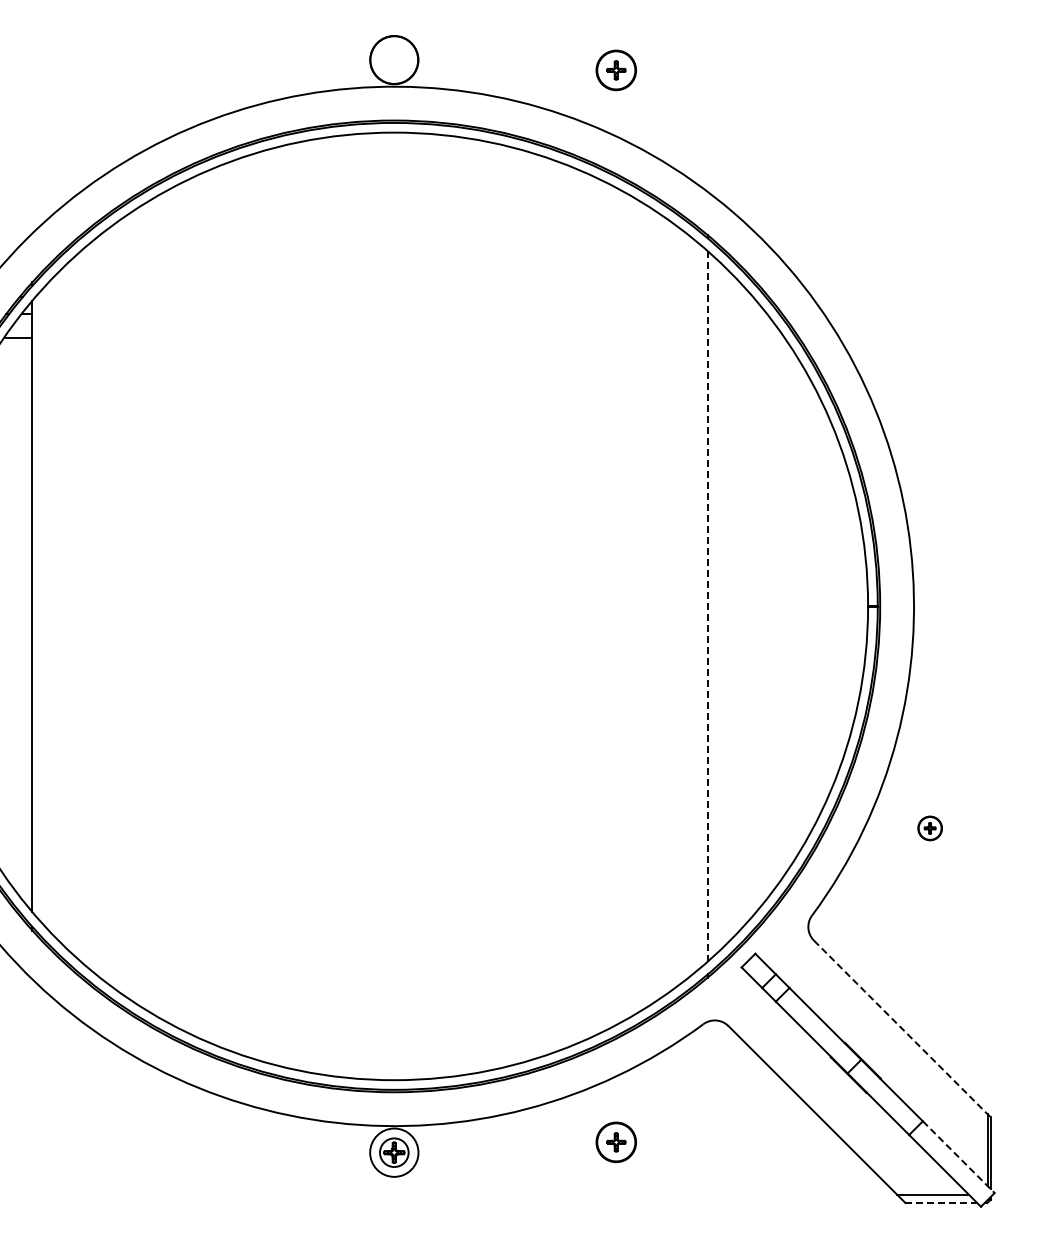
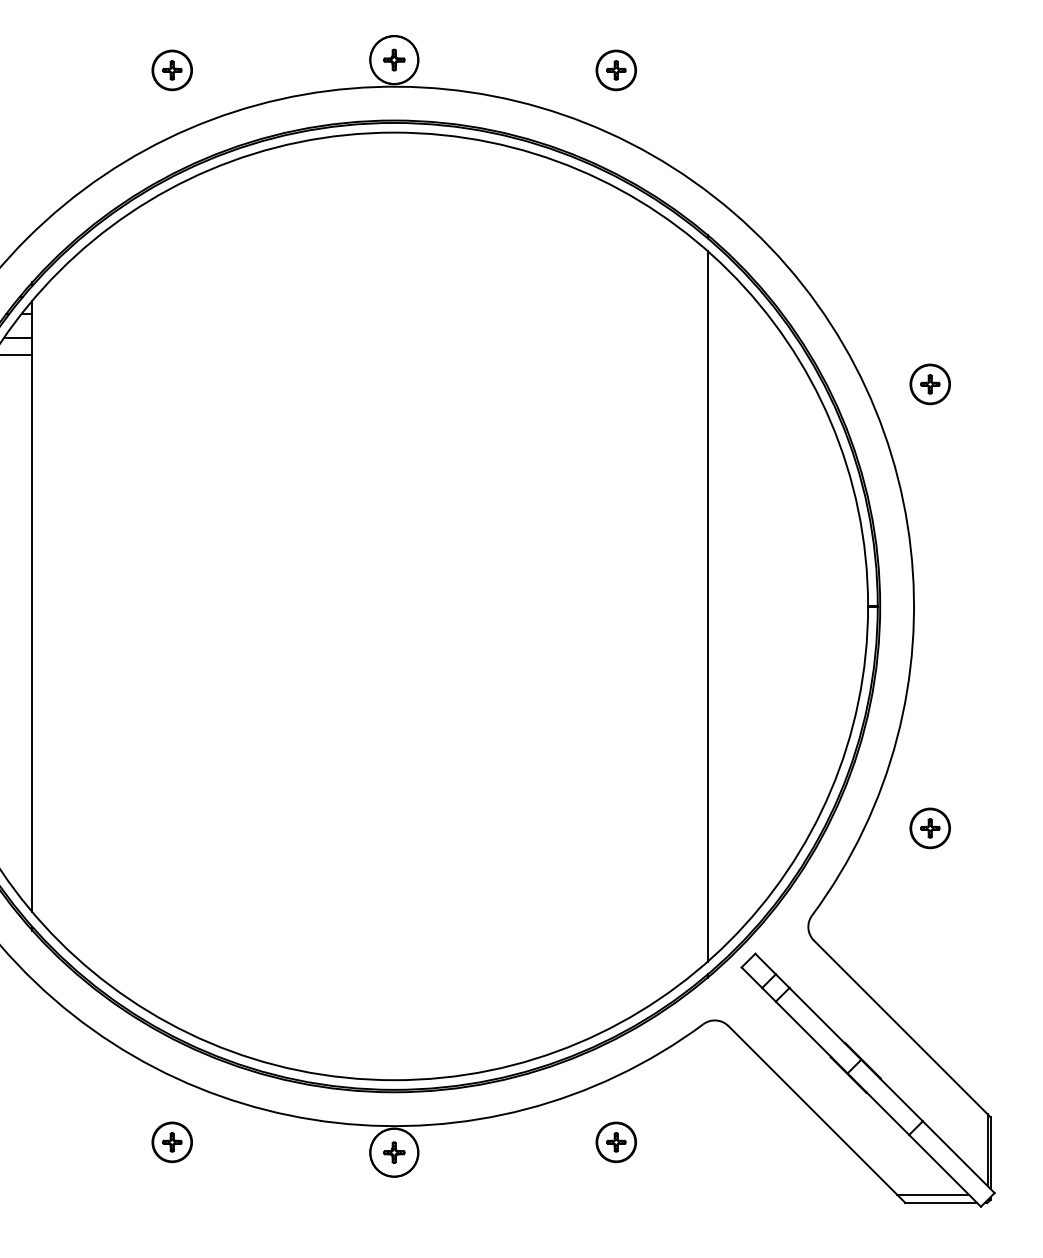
part at (394, 59): none -> present
part at (171, 70): none -> present
line at (17, 355): none -> present
part at (929, 384): none -> present
line at (707, 606): dashed -> solid
part at (929, 828) size: 26x27 px -> 42x43 px
line at (902, 1029): dashed -> solid
part at (171, 1142): none -> present
circle at (394, 1152) diameter: 29 px -> 48 px
line at (958, 1157): dashed -> solid
line at (941, 1202): dashed -> solid
